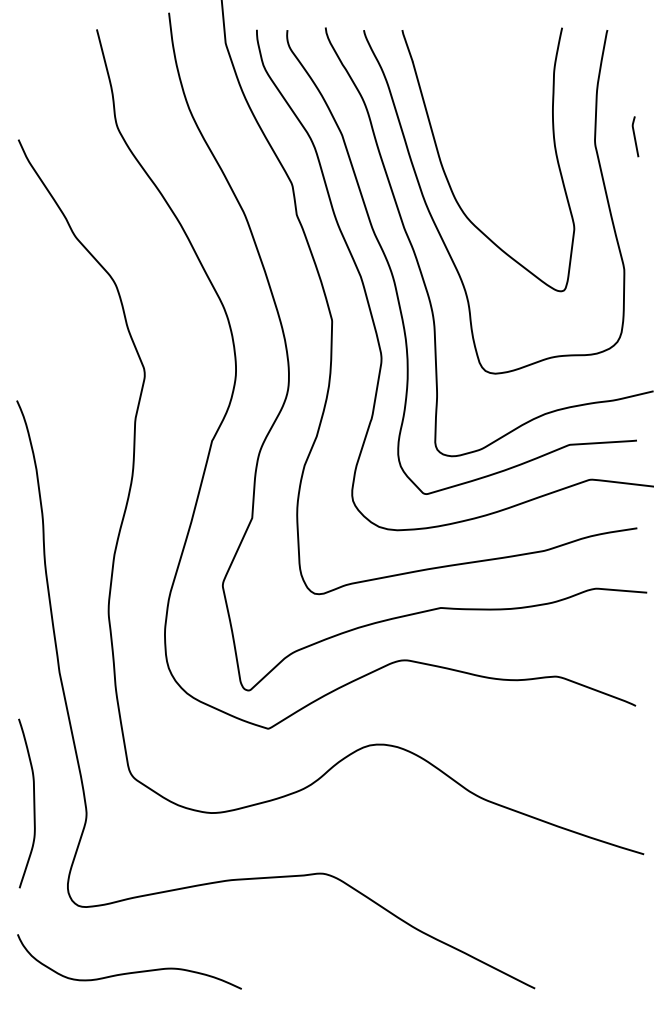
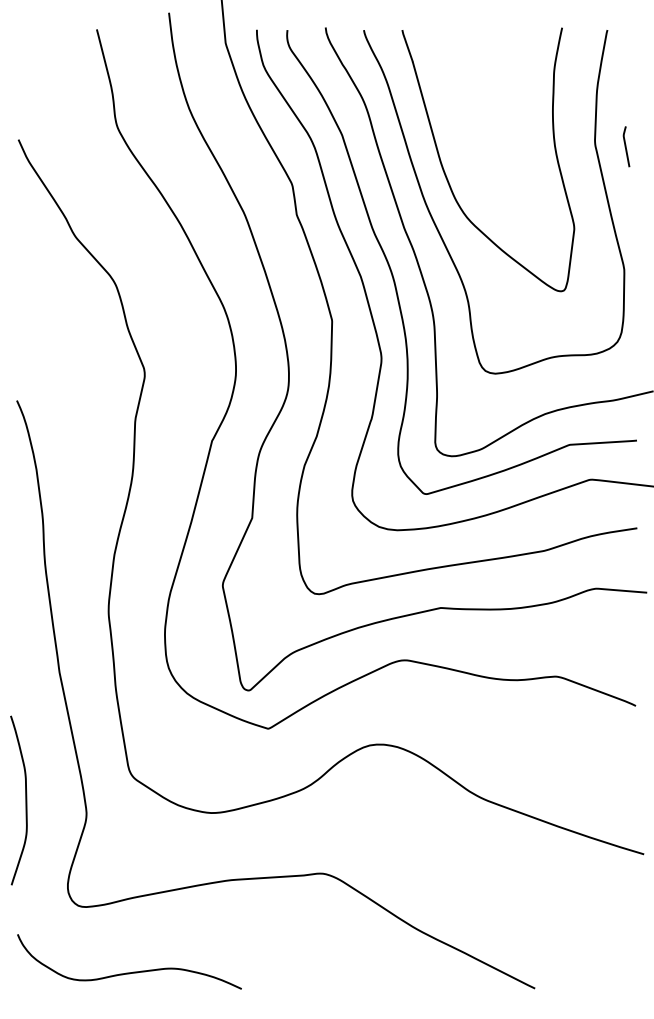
curve at (635, 136) position: (635, 136) -> (626, 146)
curve at (33, 803) position: (33, 803) -> (25, 800)
